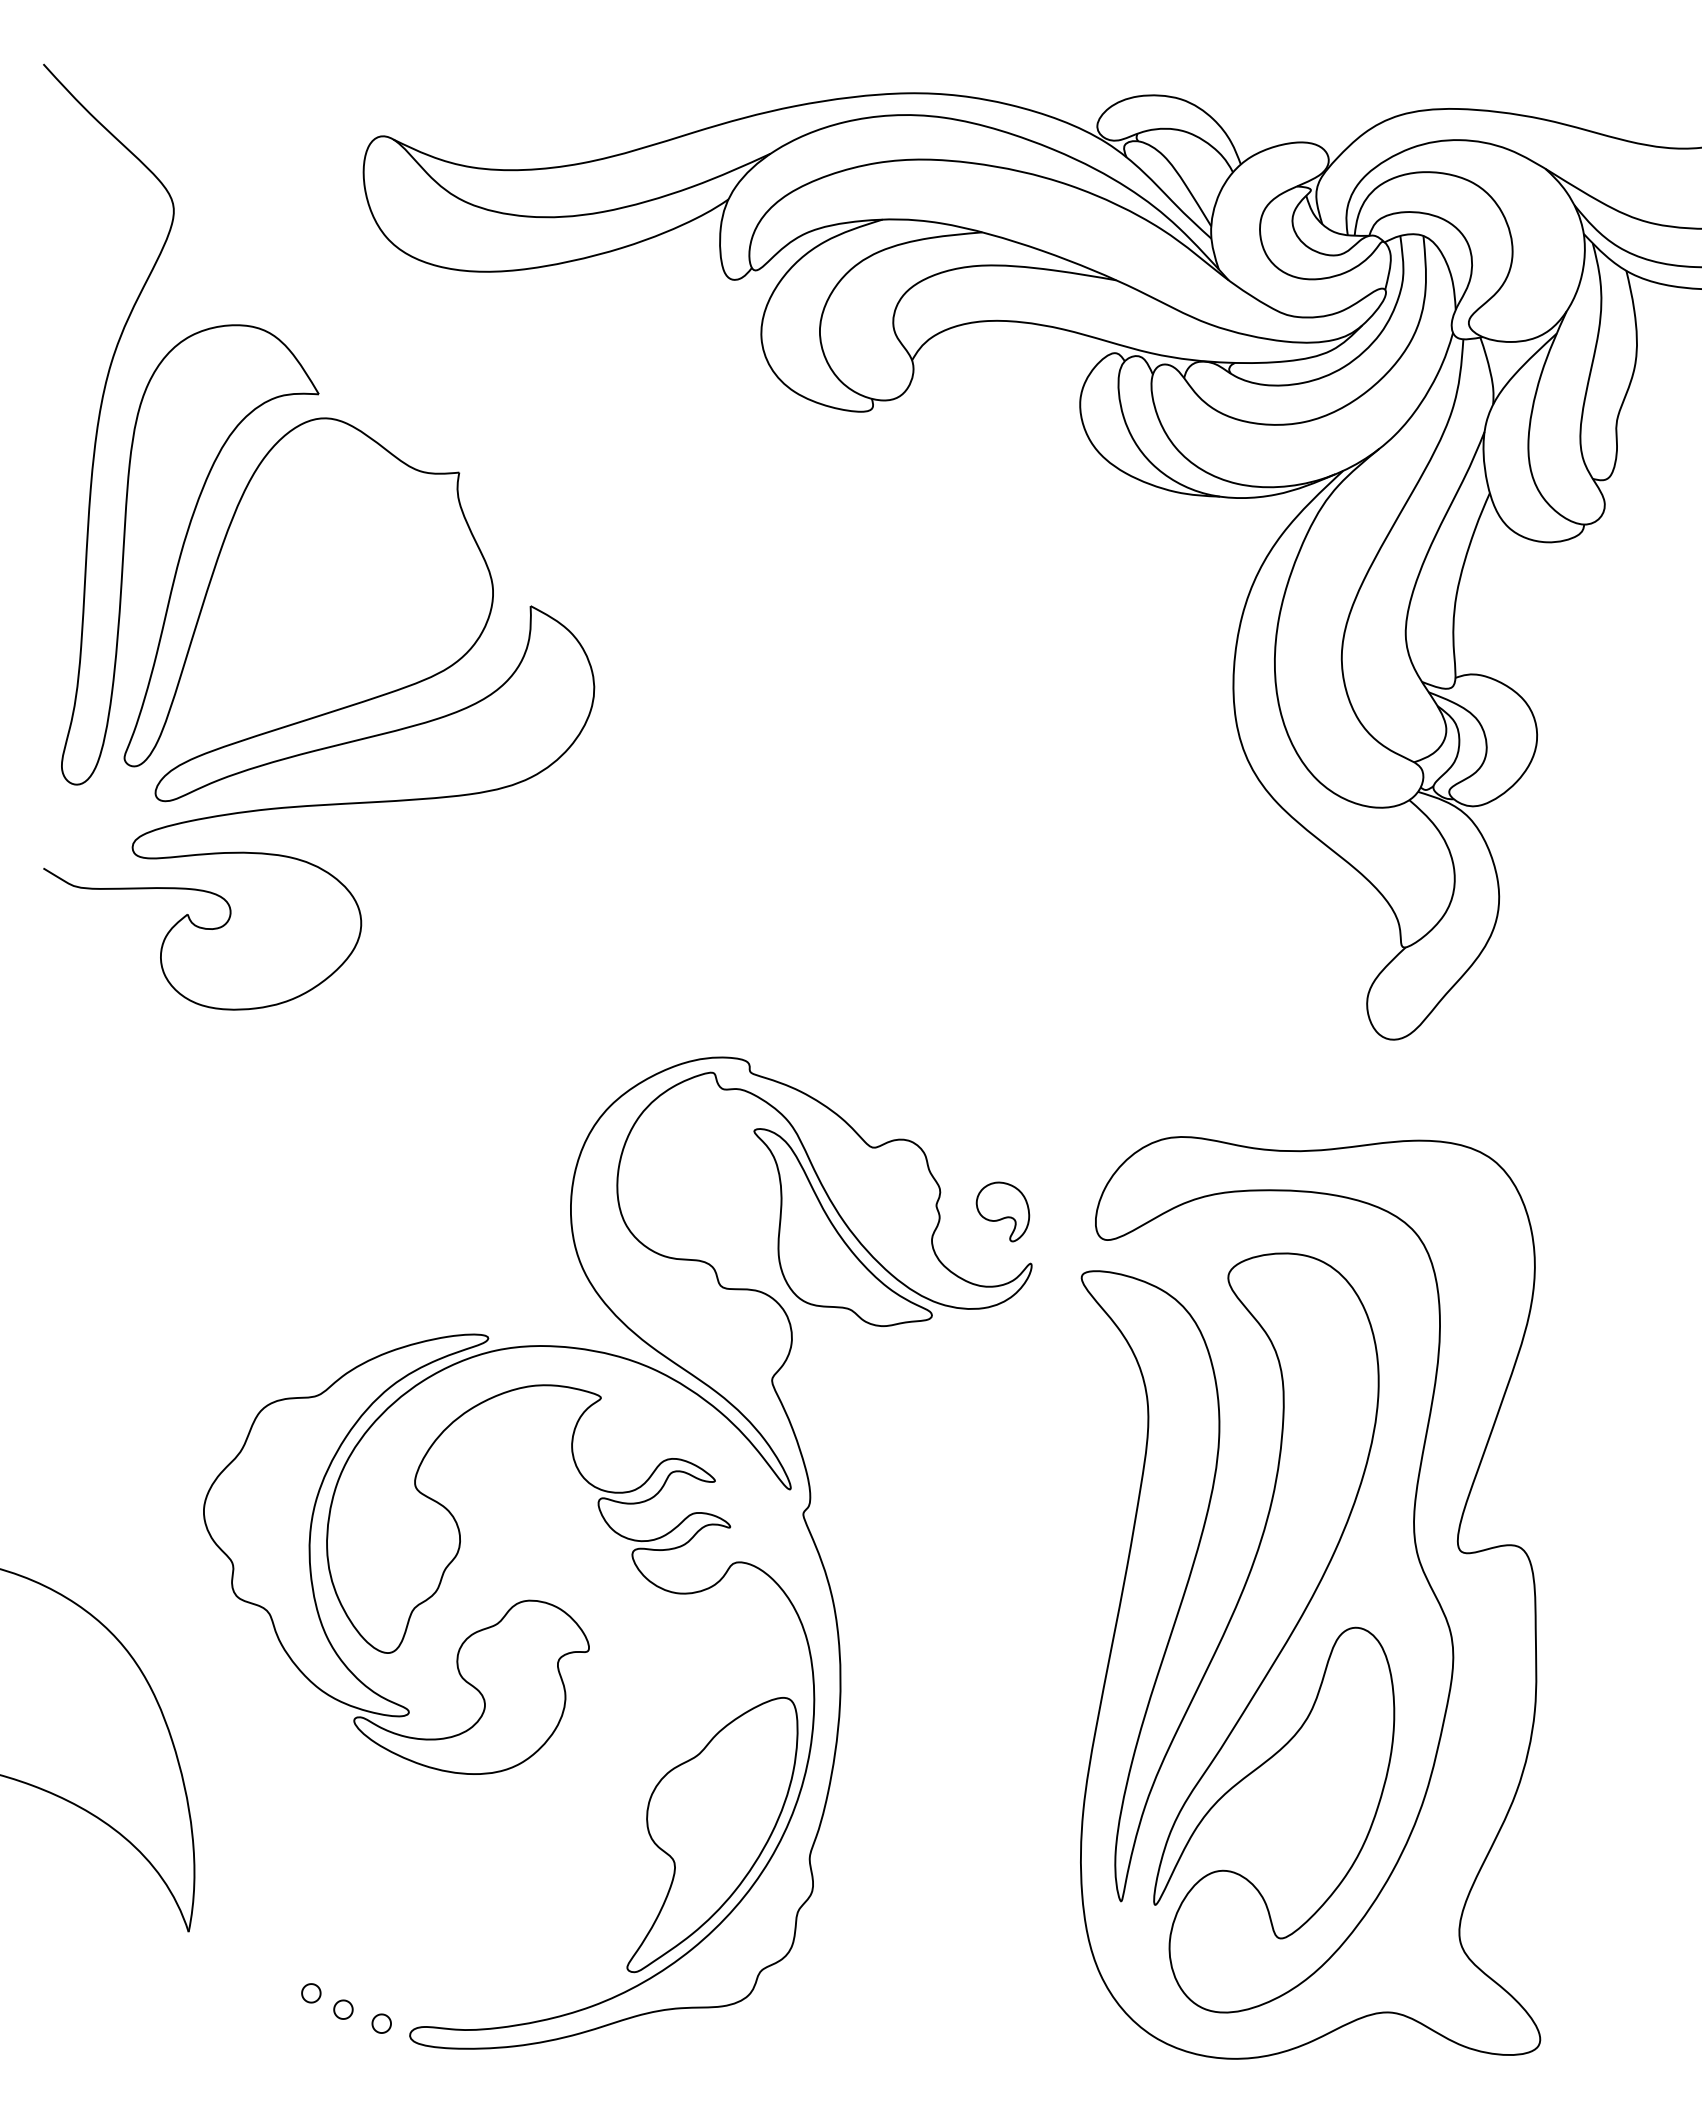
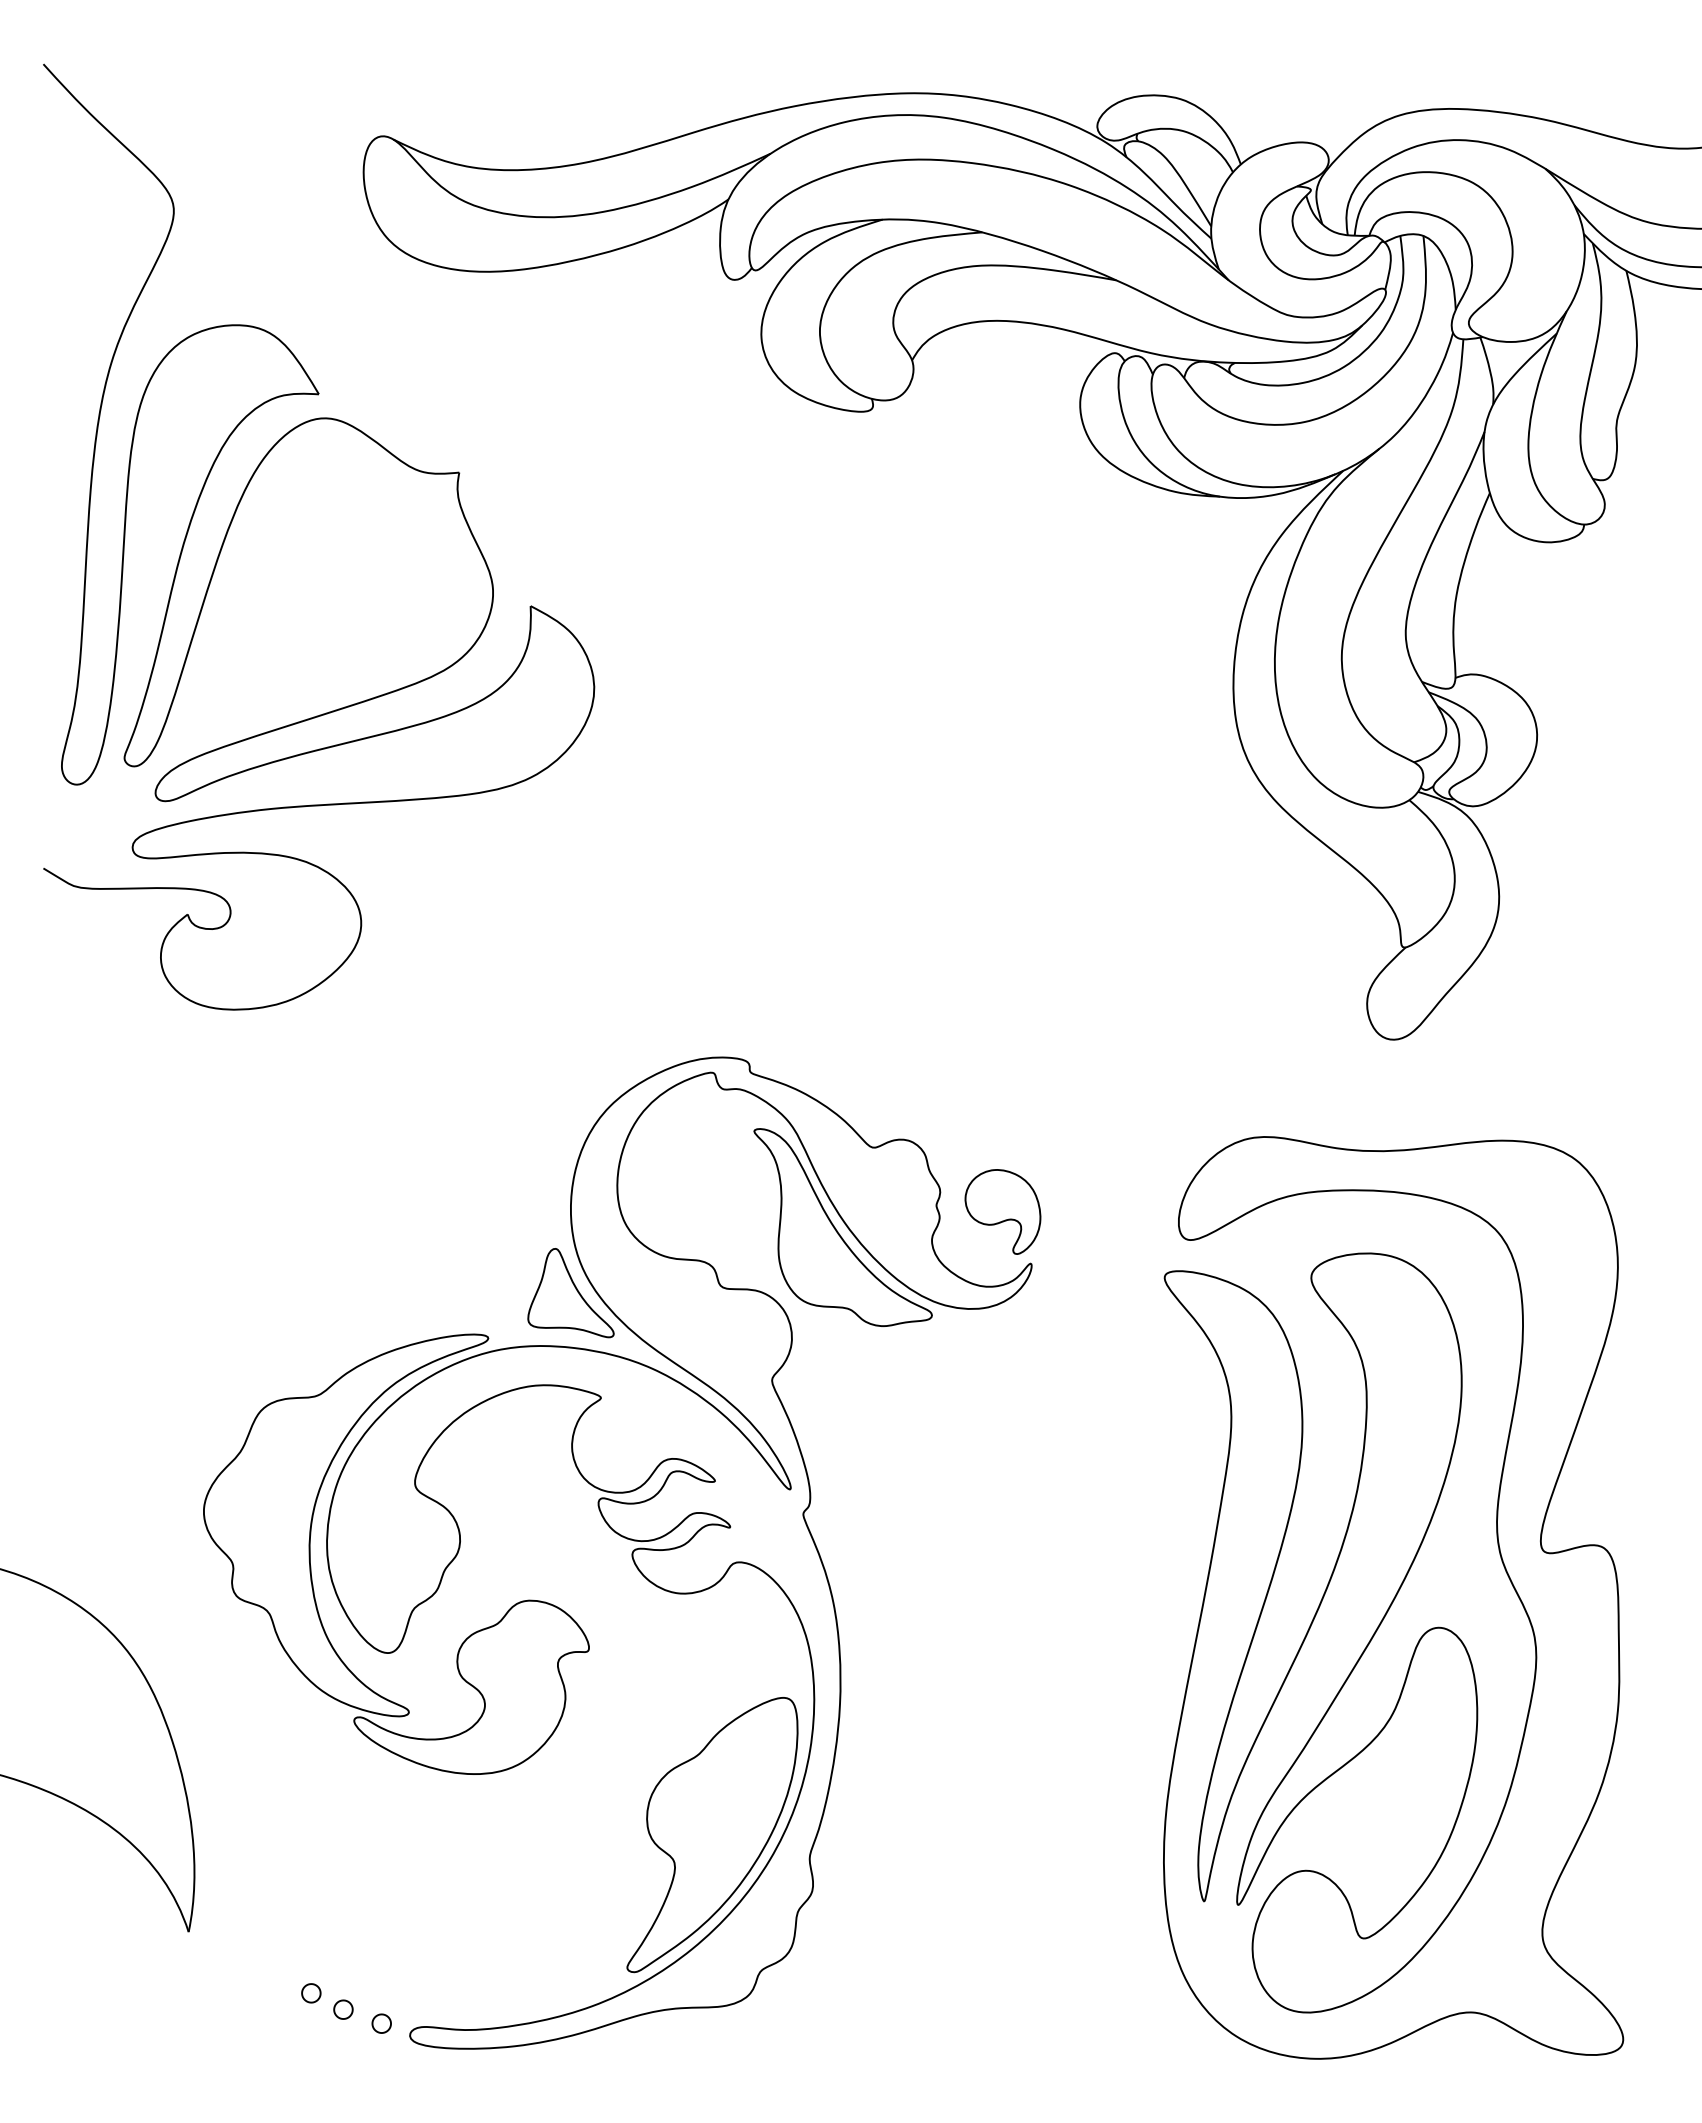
part at (1002, 1211) size: 56x62 px -> 78x86 px
part at (570, 1293): none -> present
part at (1310, 1597) position: (1310, 1597) -> (1393, 1597)
